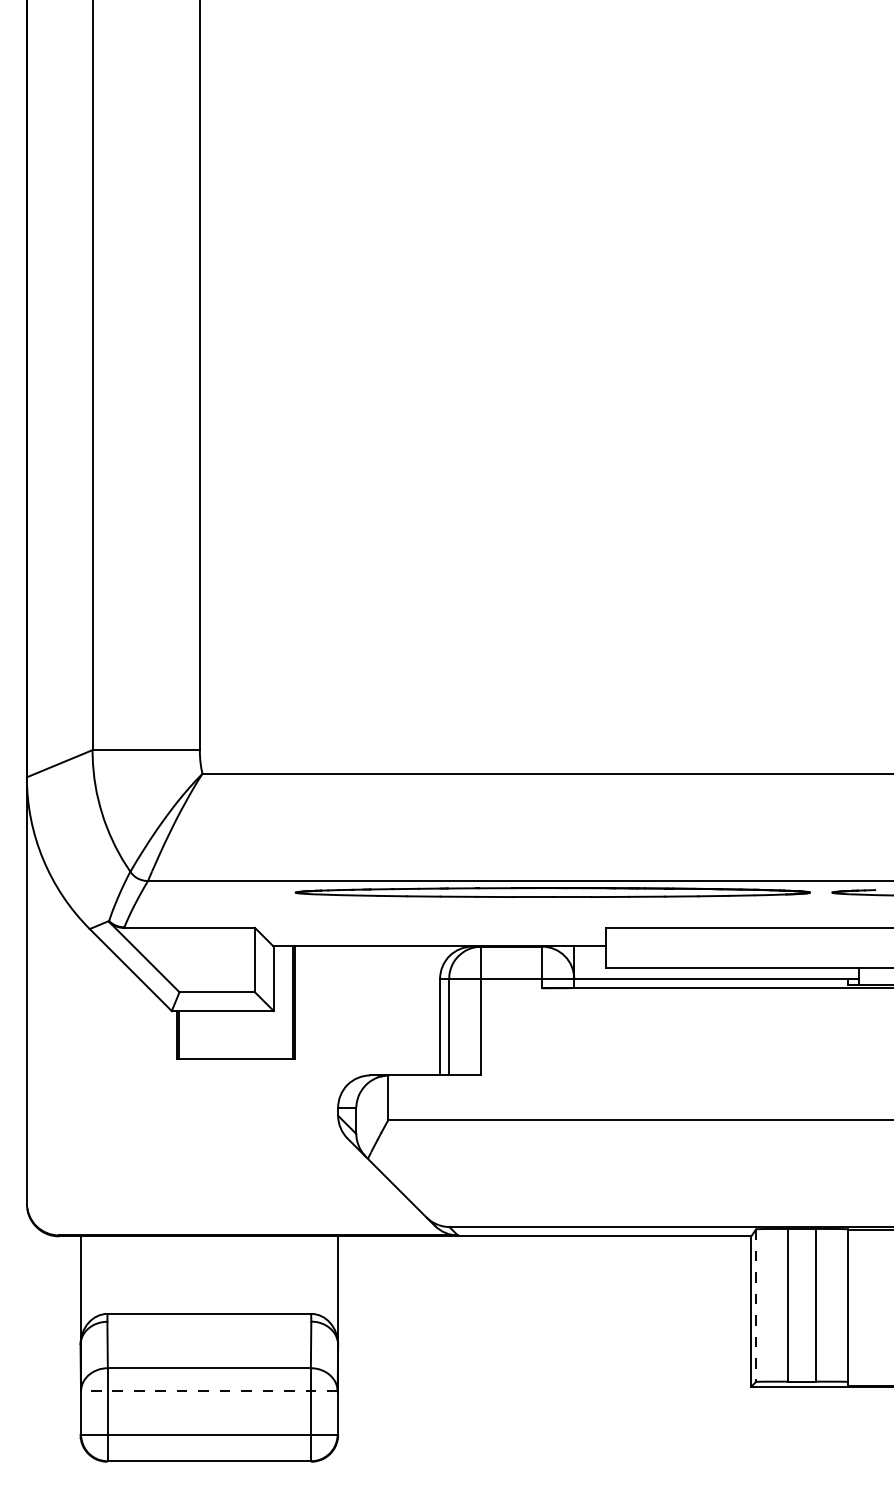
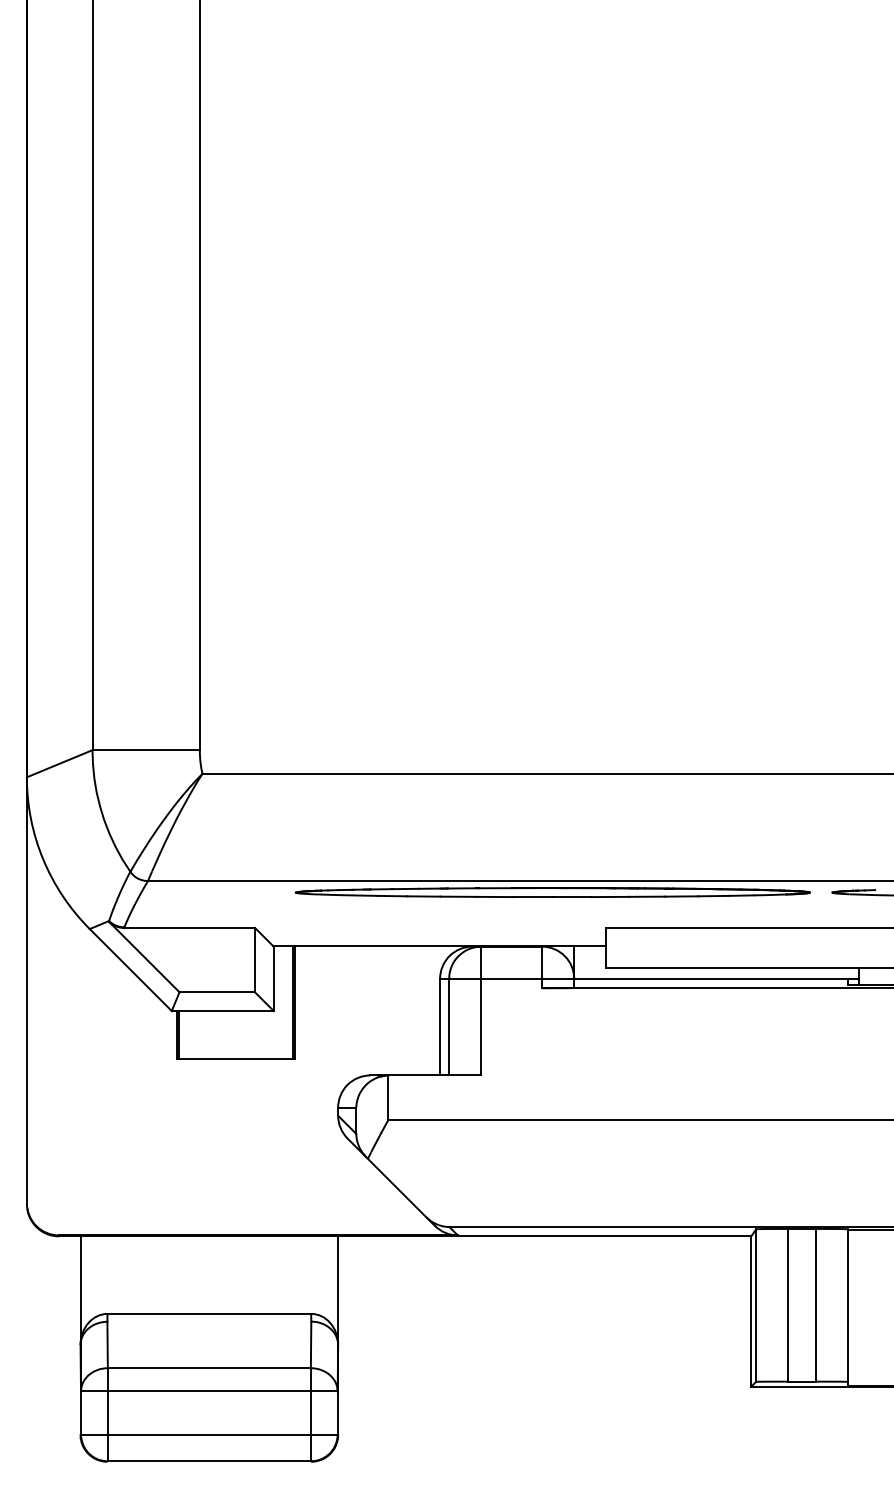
line at (756, 1306): dashed -> solid
line at (208, 1391): dashed -> solid
